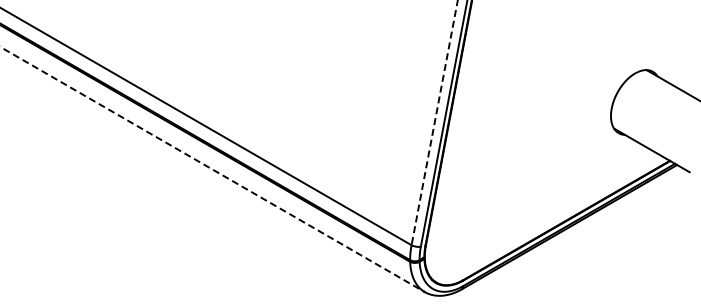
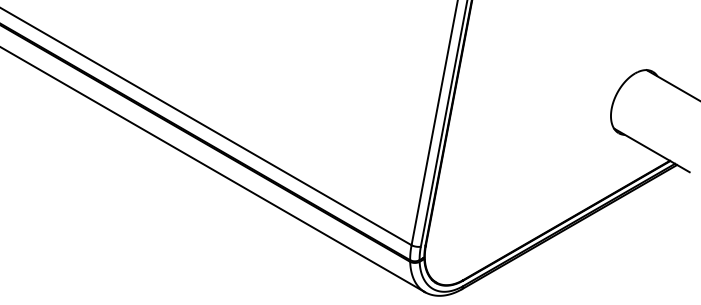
line at (434, 122): dashed -> solid
line at (212, 169): dashed -> solid
